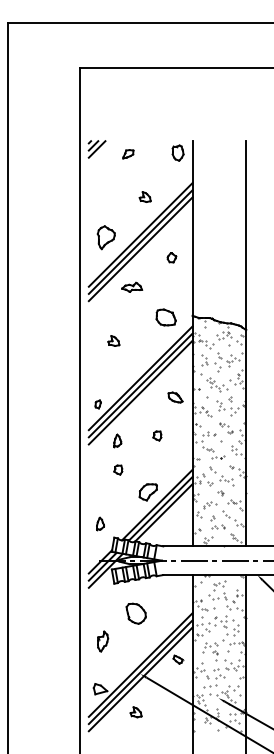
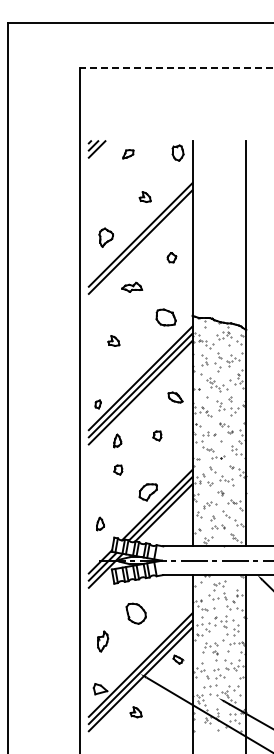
line at (176, 67): solid -> dashed
part at (105, 237) size: 20x26 px -> 16x21 px
line at (140, 249): present -> none
